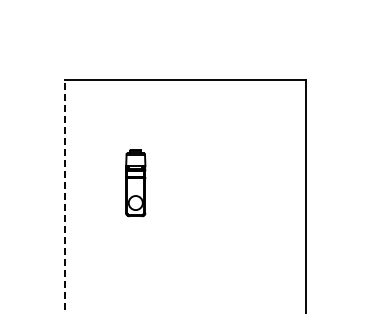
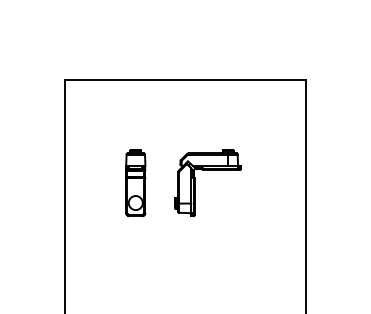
part at (207, 170): none -> present
line at (65, 196): dashed -> solid
